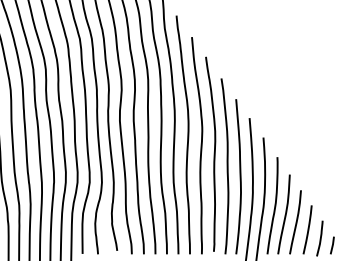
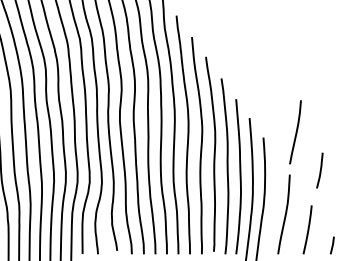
curve at (274, 205): present -> none
curve at (295, 222) position: (295, 222) -> (295, 132)
line at (319, 238) position: (319, 238) -> (319, 170)
